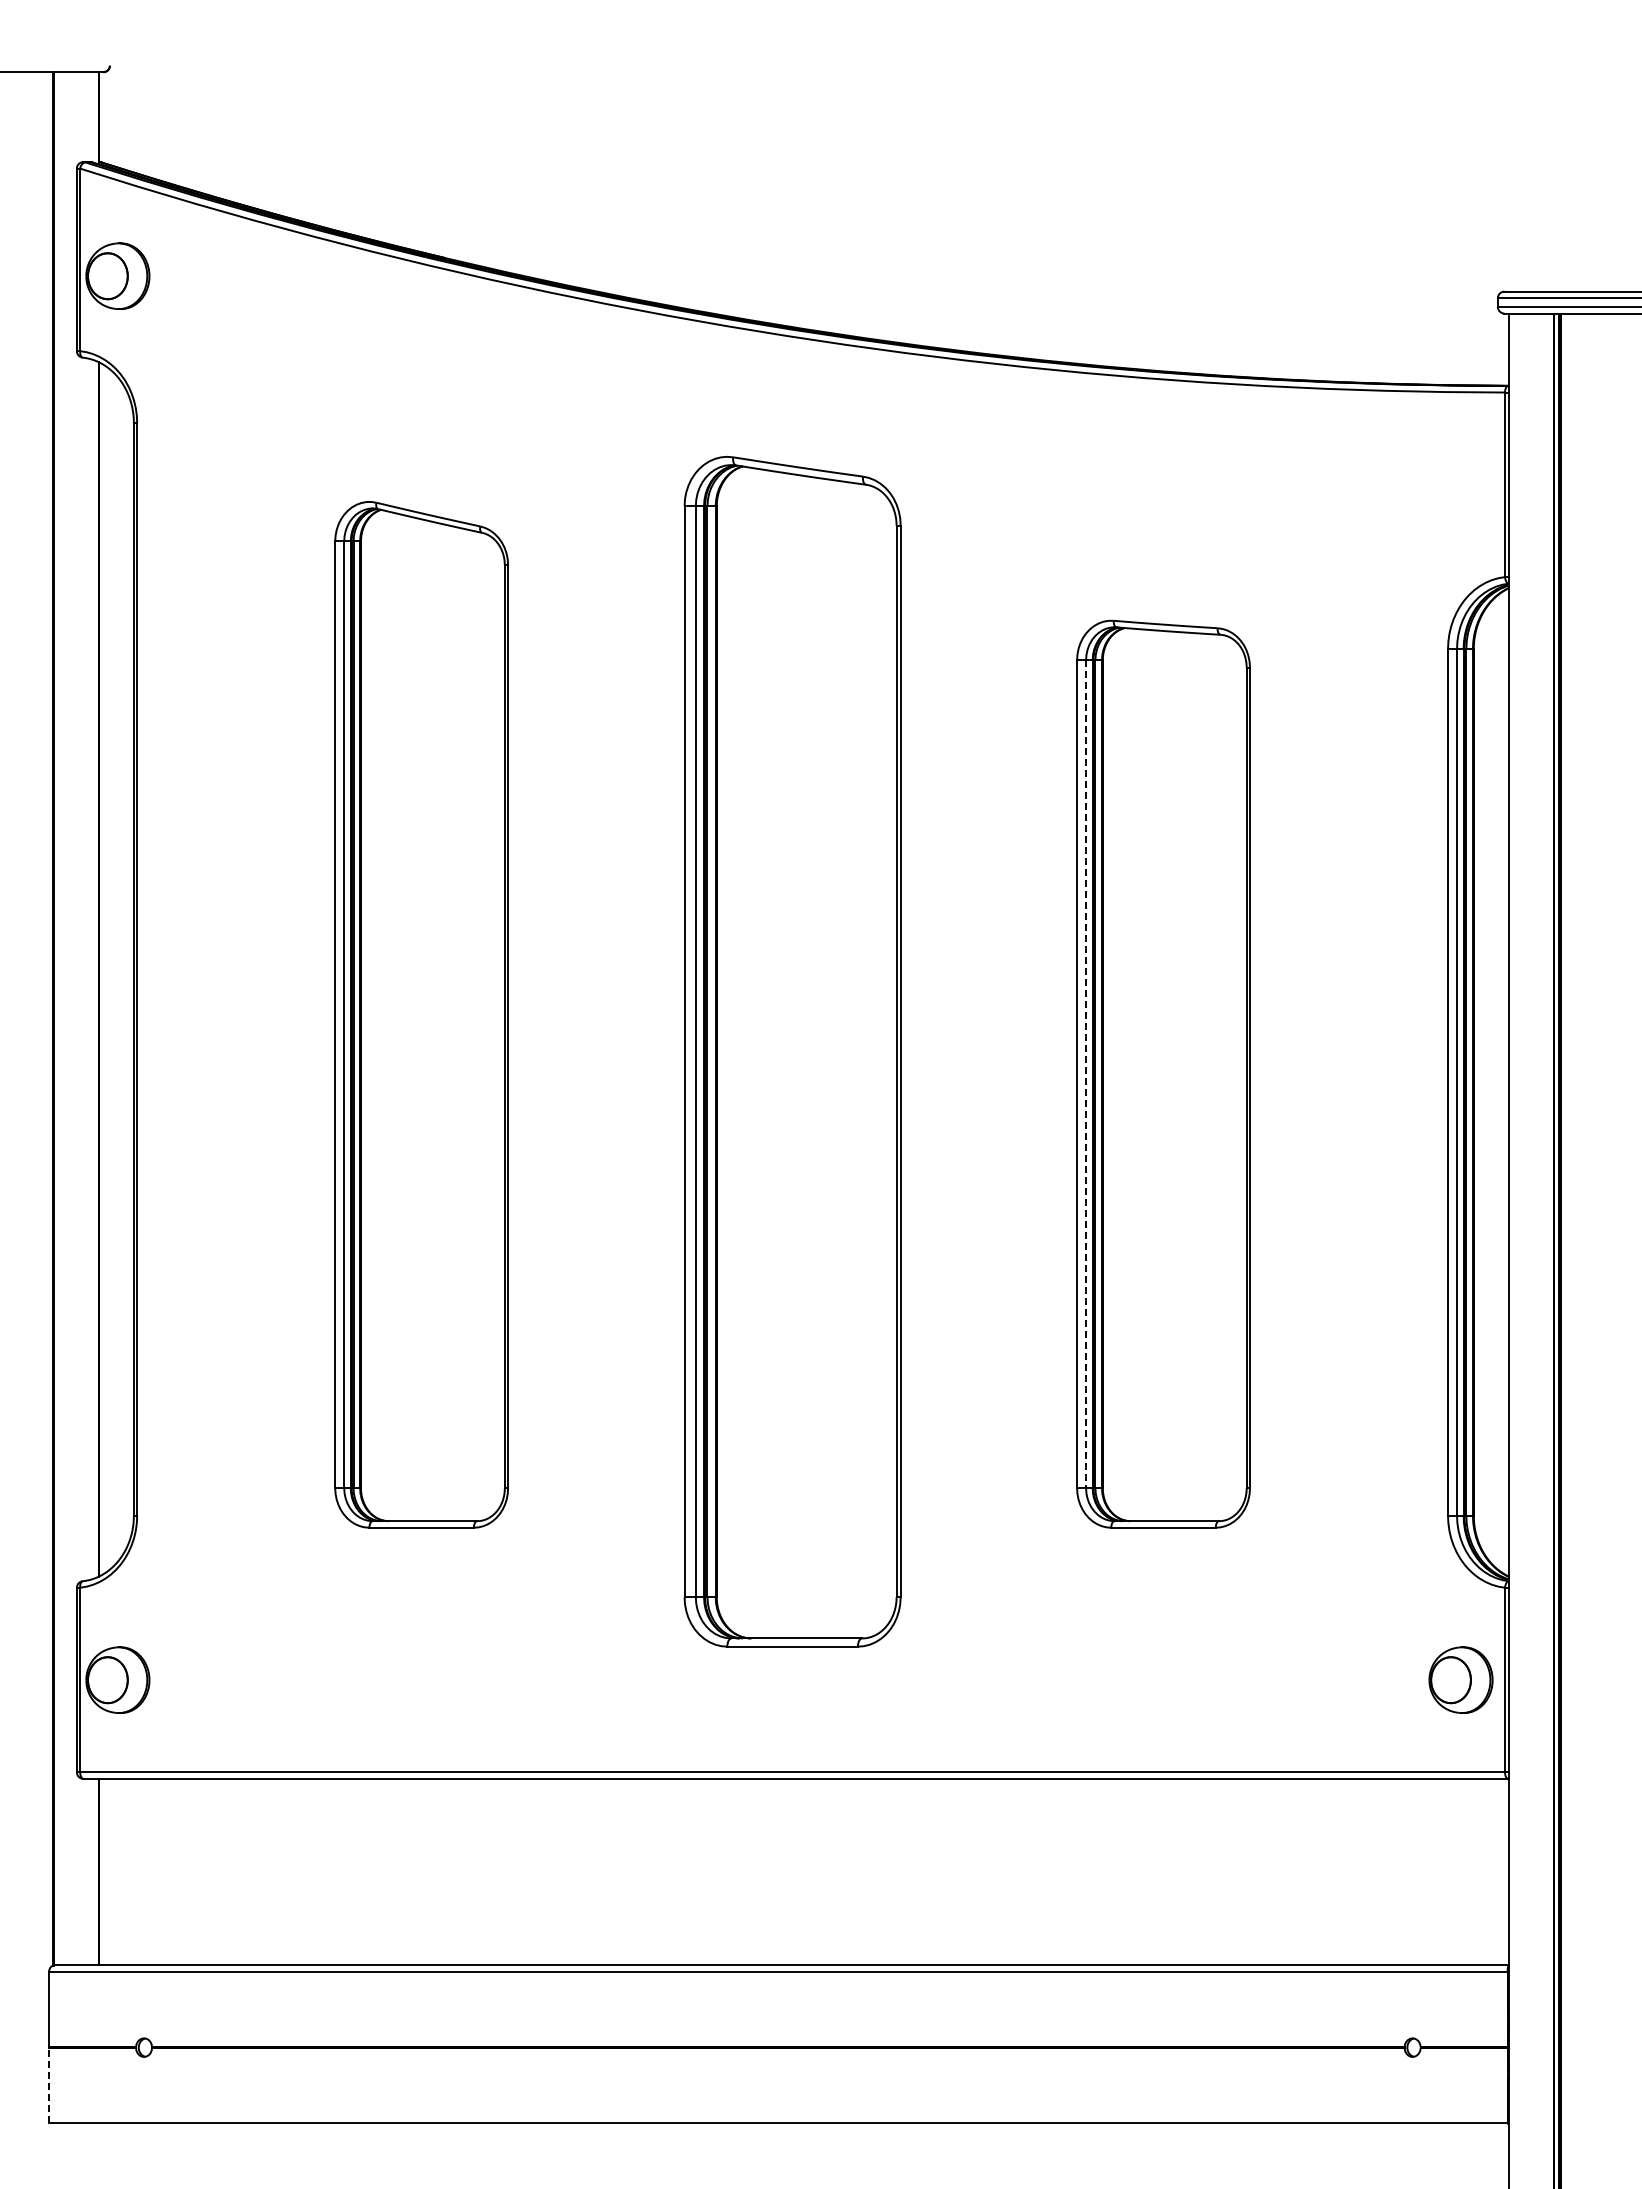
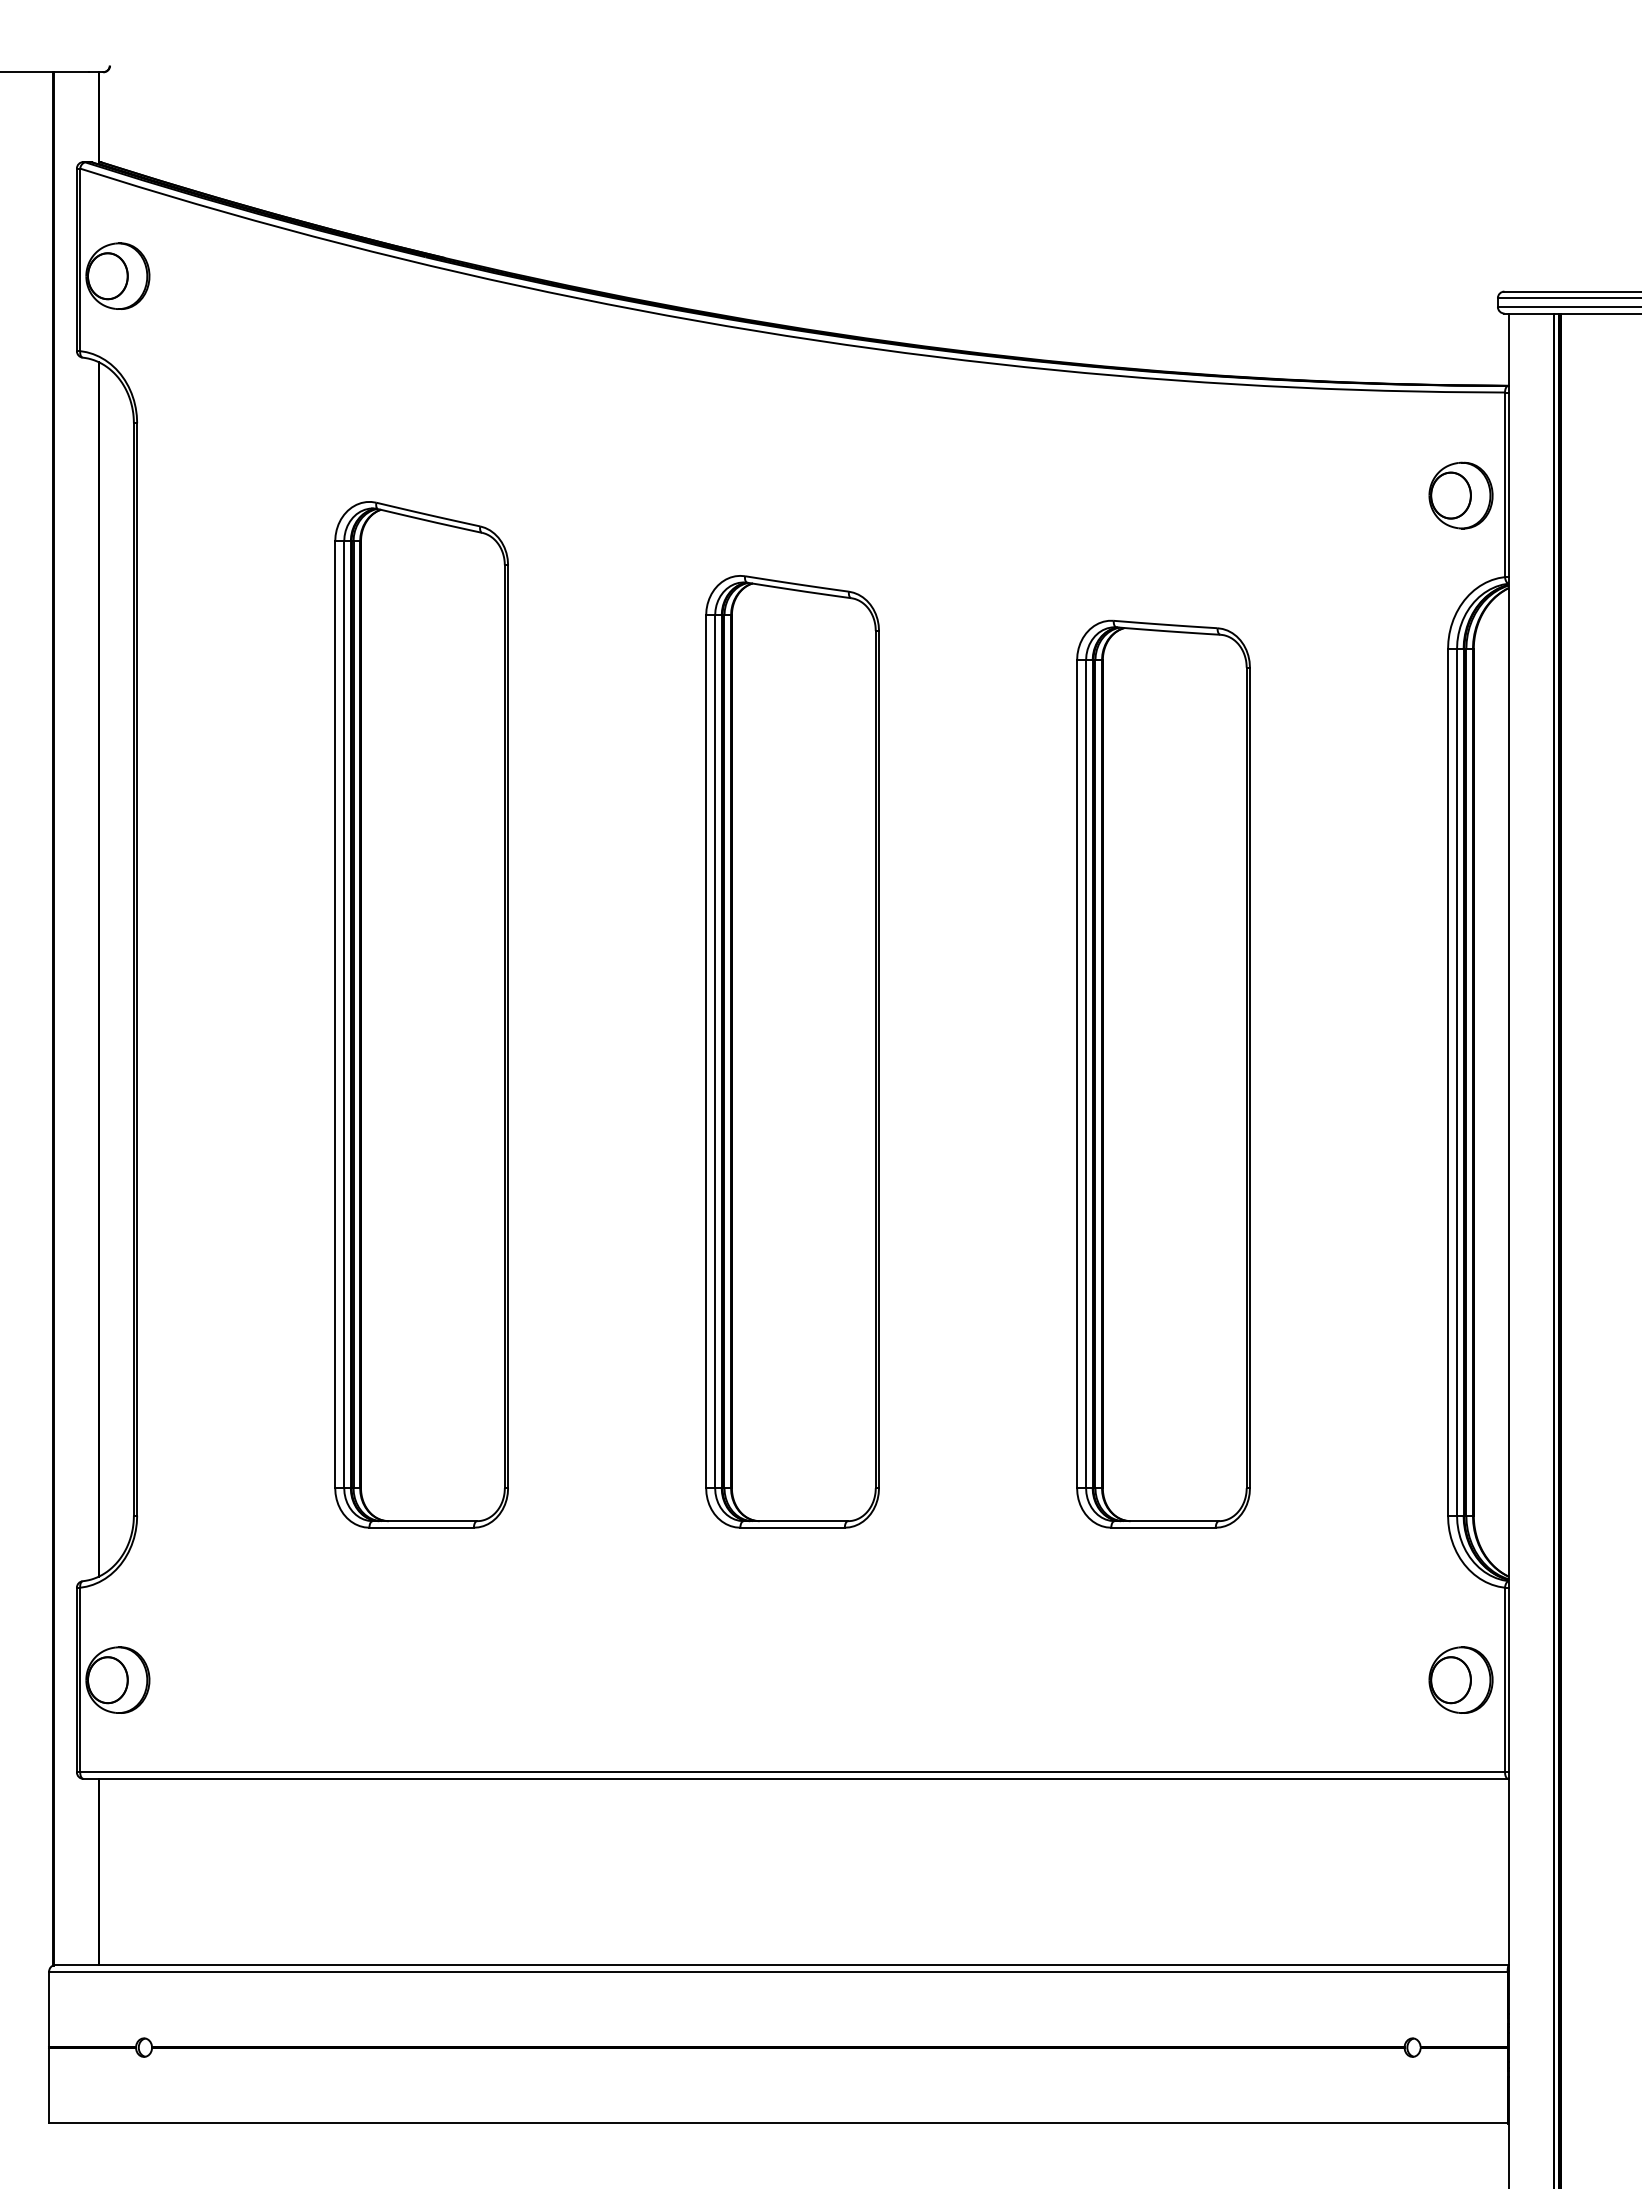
part at (1460, 495): none -> present
part at (792, 1051) size: 219x1192 px -> 175x954 px
line at (1086, 1074): dashed -> solid
line at (49, 2085): dashed -> solid
